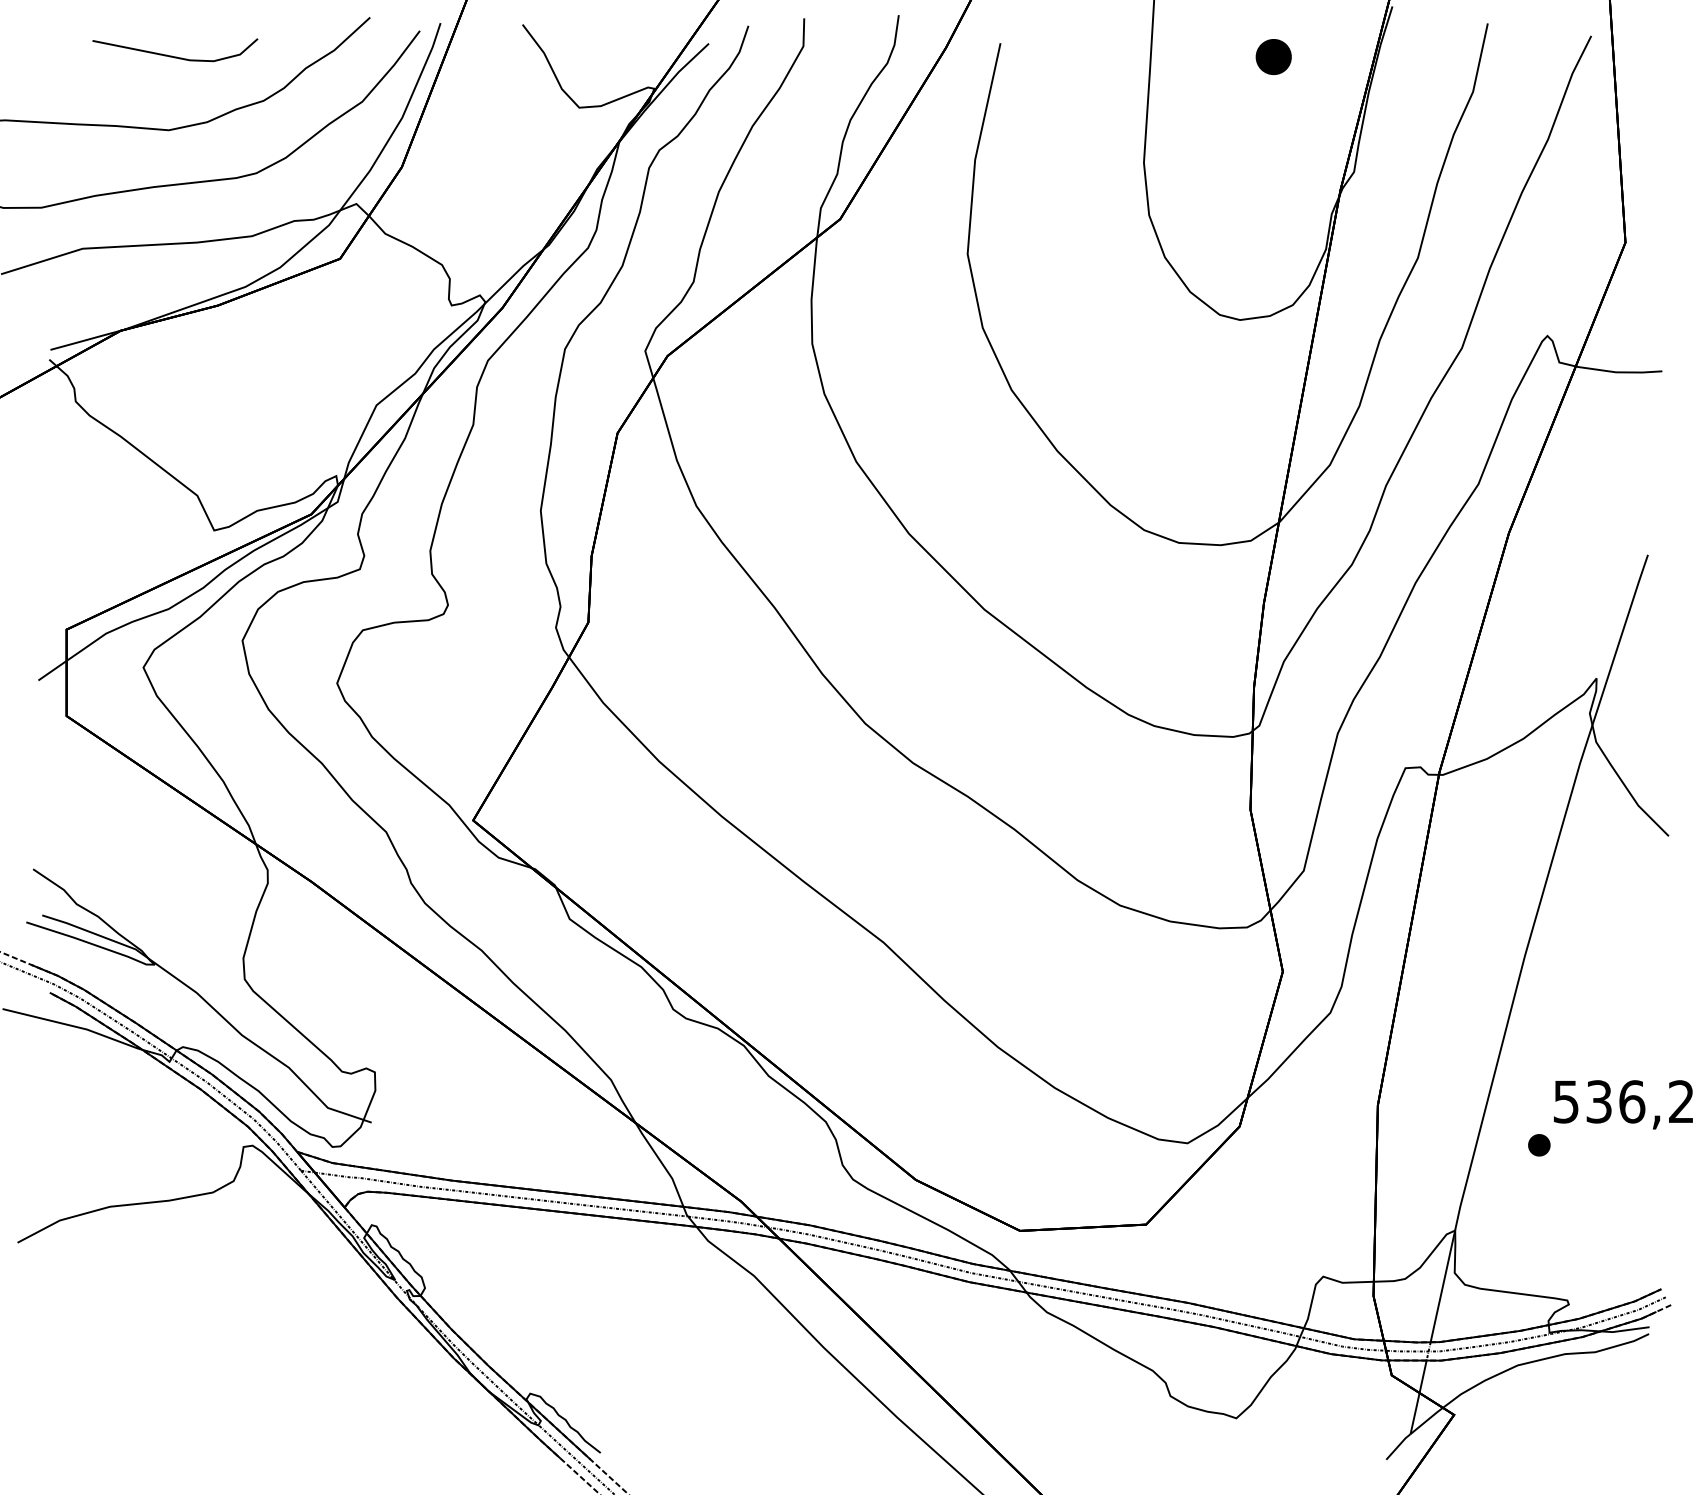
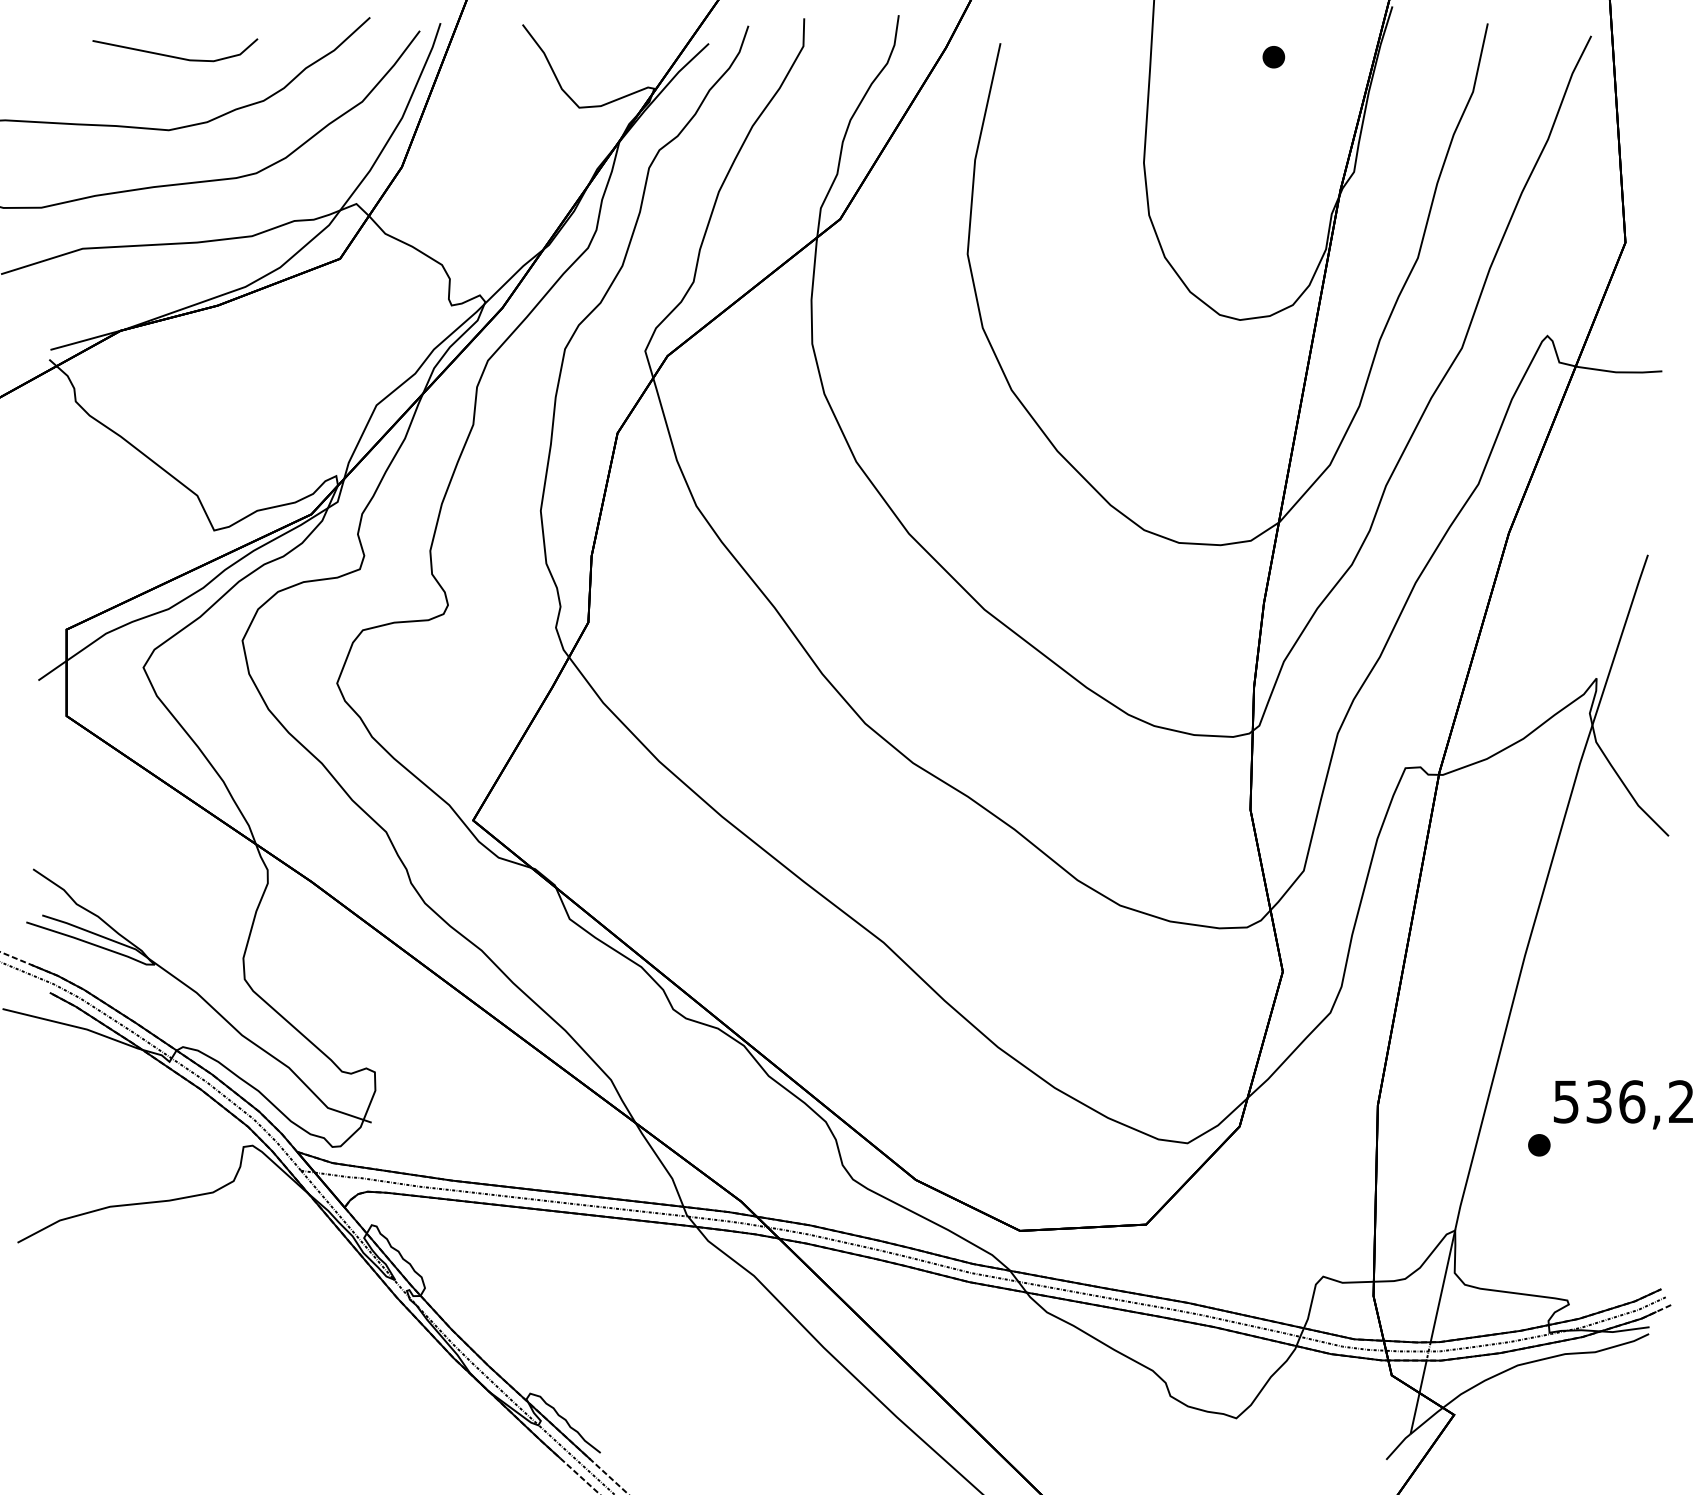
part at (1273, 56) size: 37x36 px -> 24x23 px
